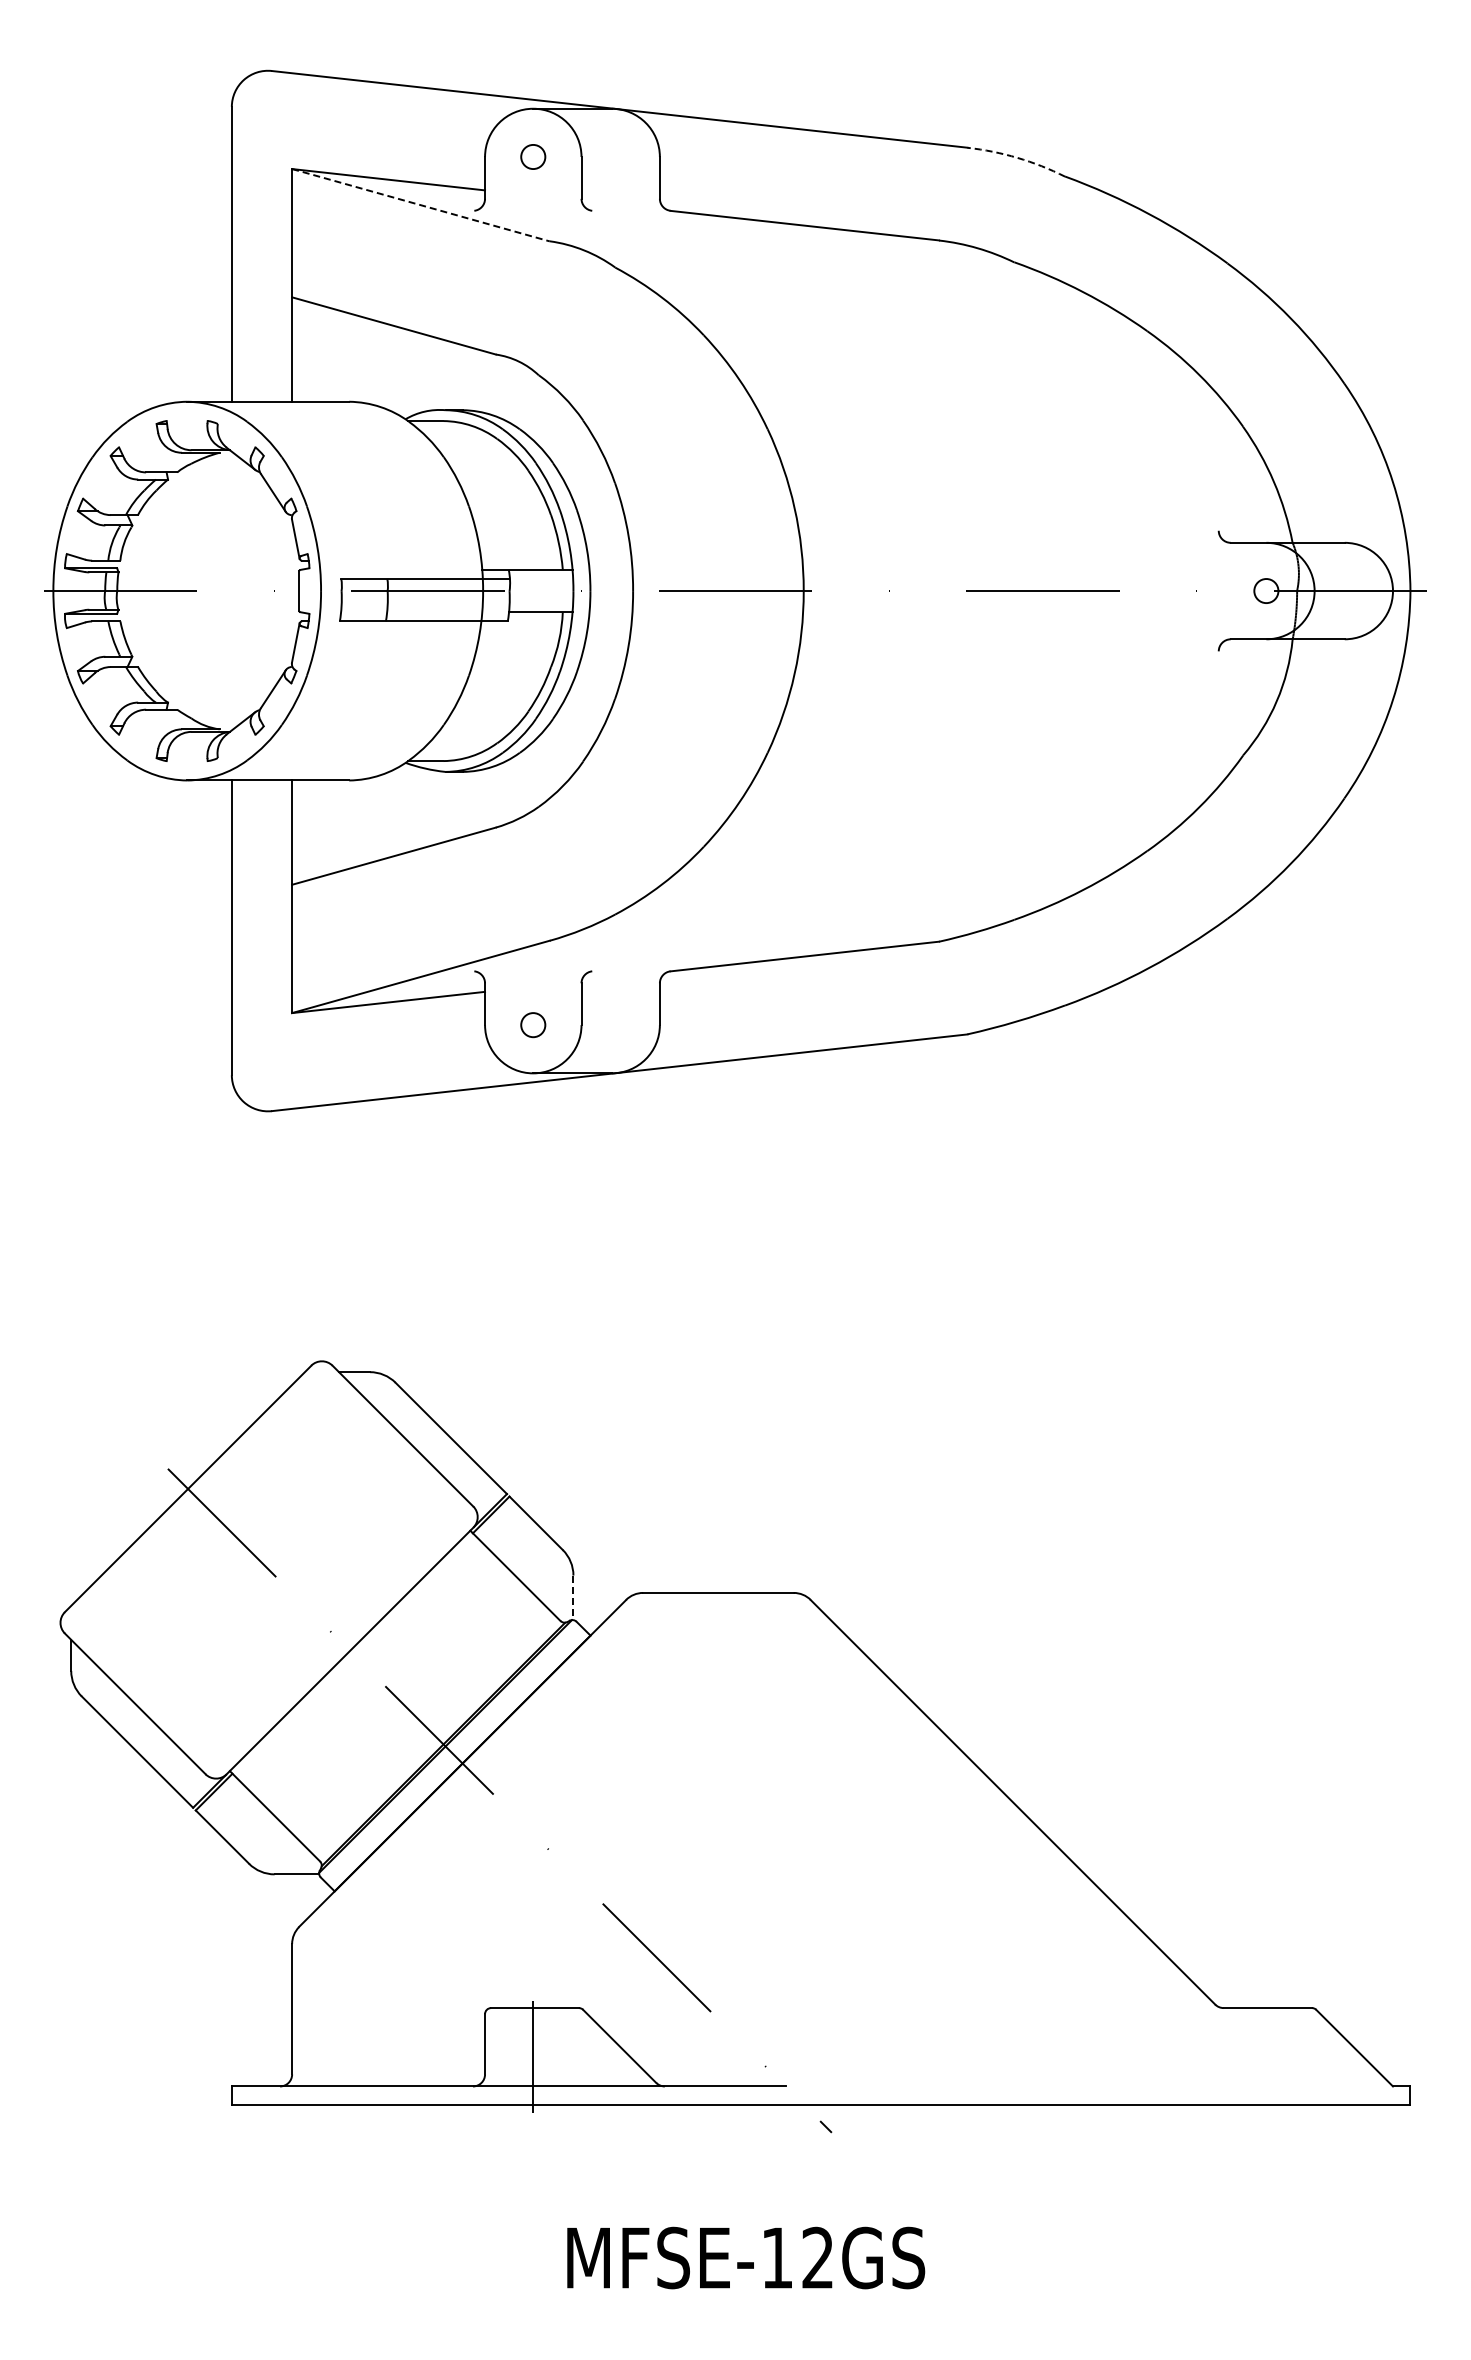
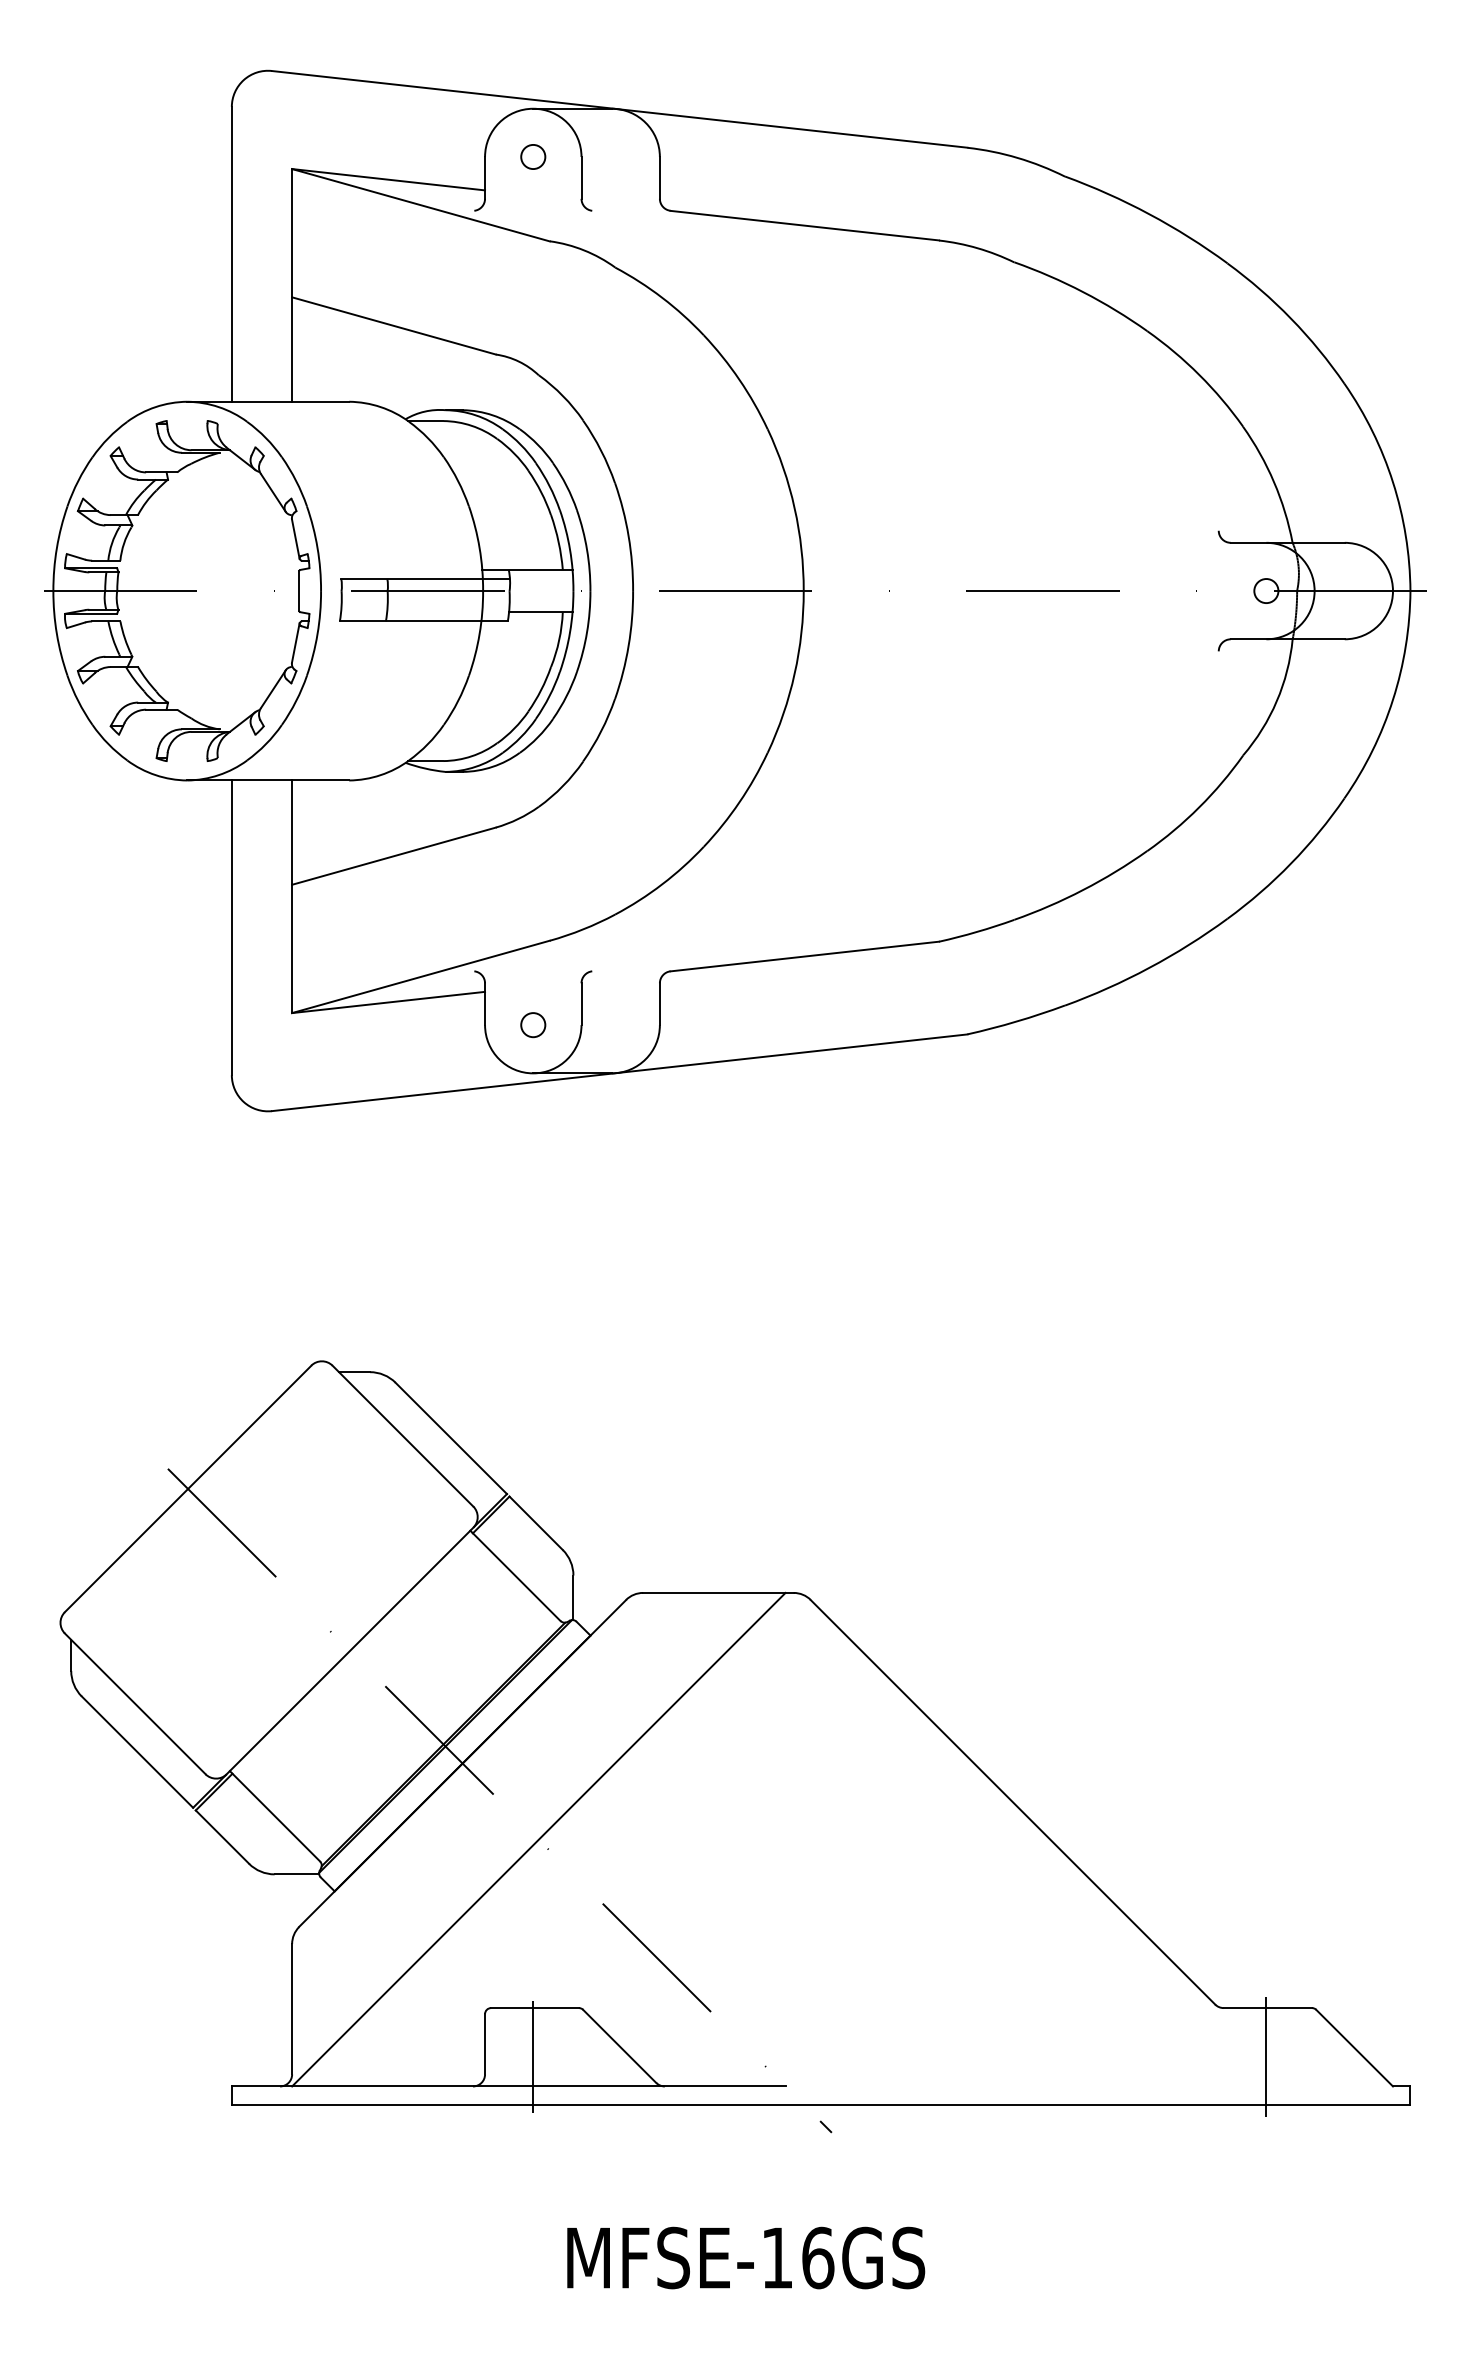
arc at (1017, 157): dashed -> solid
line at (420, 205): dashed -> solid
line at (573, 1598): dashed -> solid
line at (538, 1839): none -> present
line at (1266, 2057): none -> present
text at (818, 2257): MFSE-12GS -> MFSE-16GS
